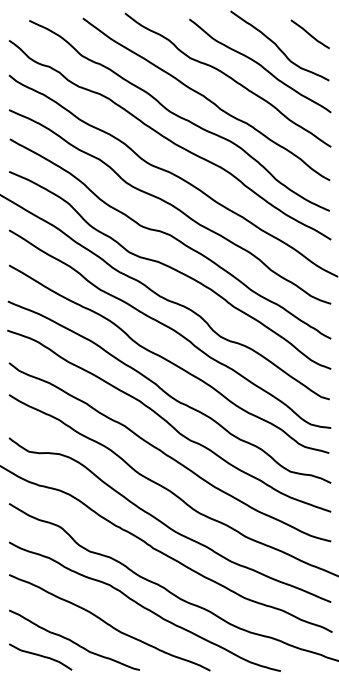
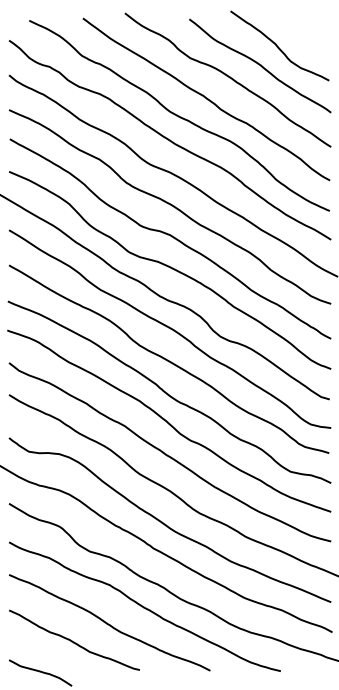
curve at (309, 34): present -> none
curve at (40, 656) position: (40, 656) -> (40, 672)
